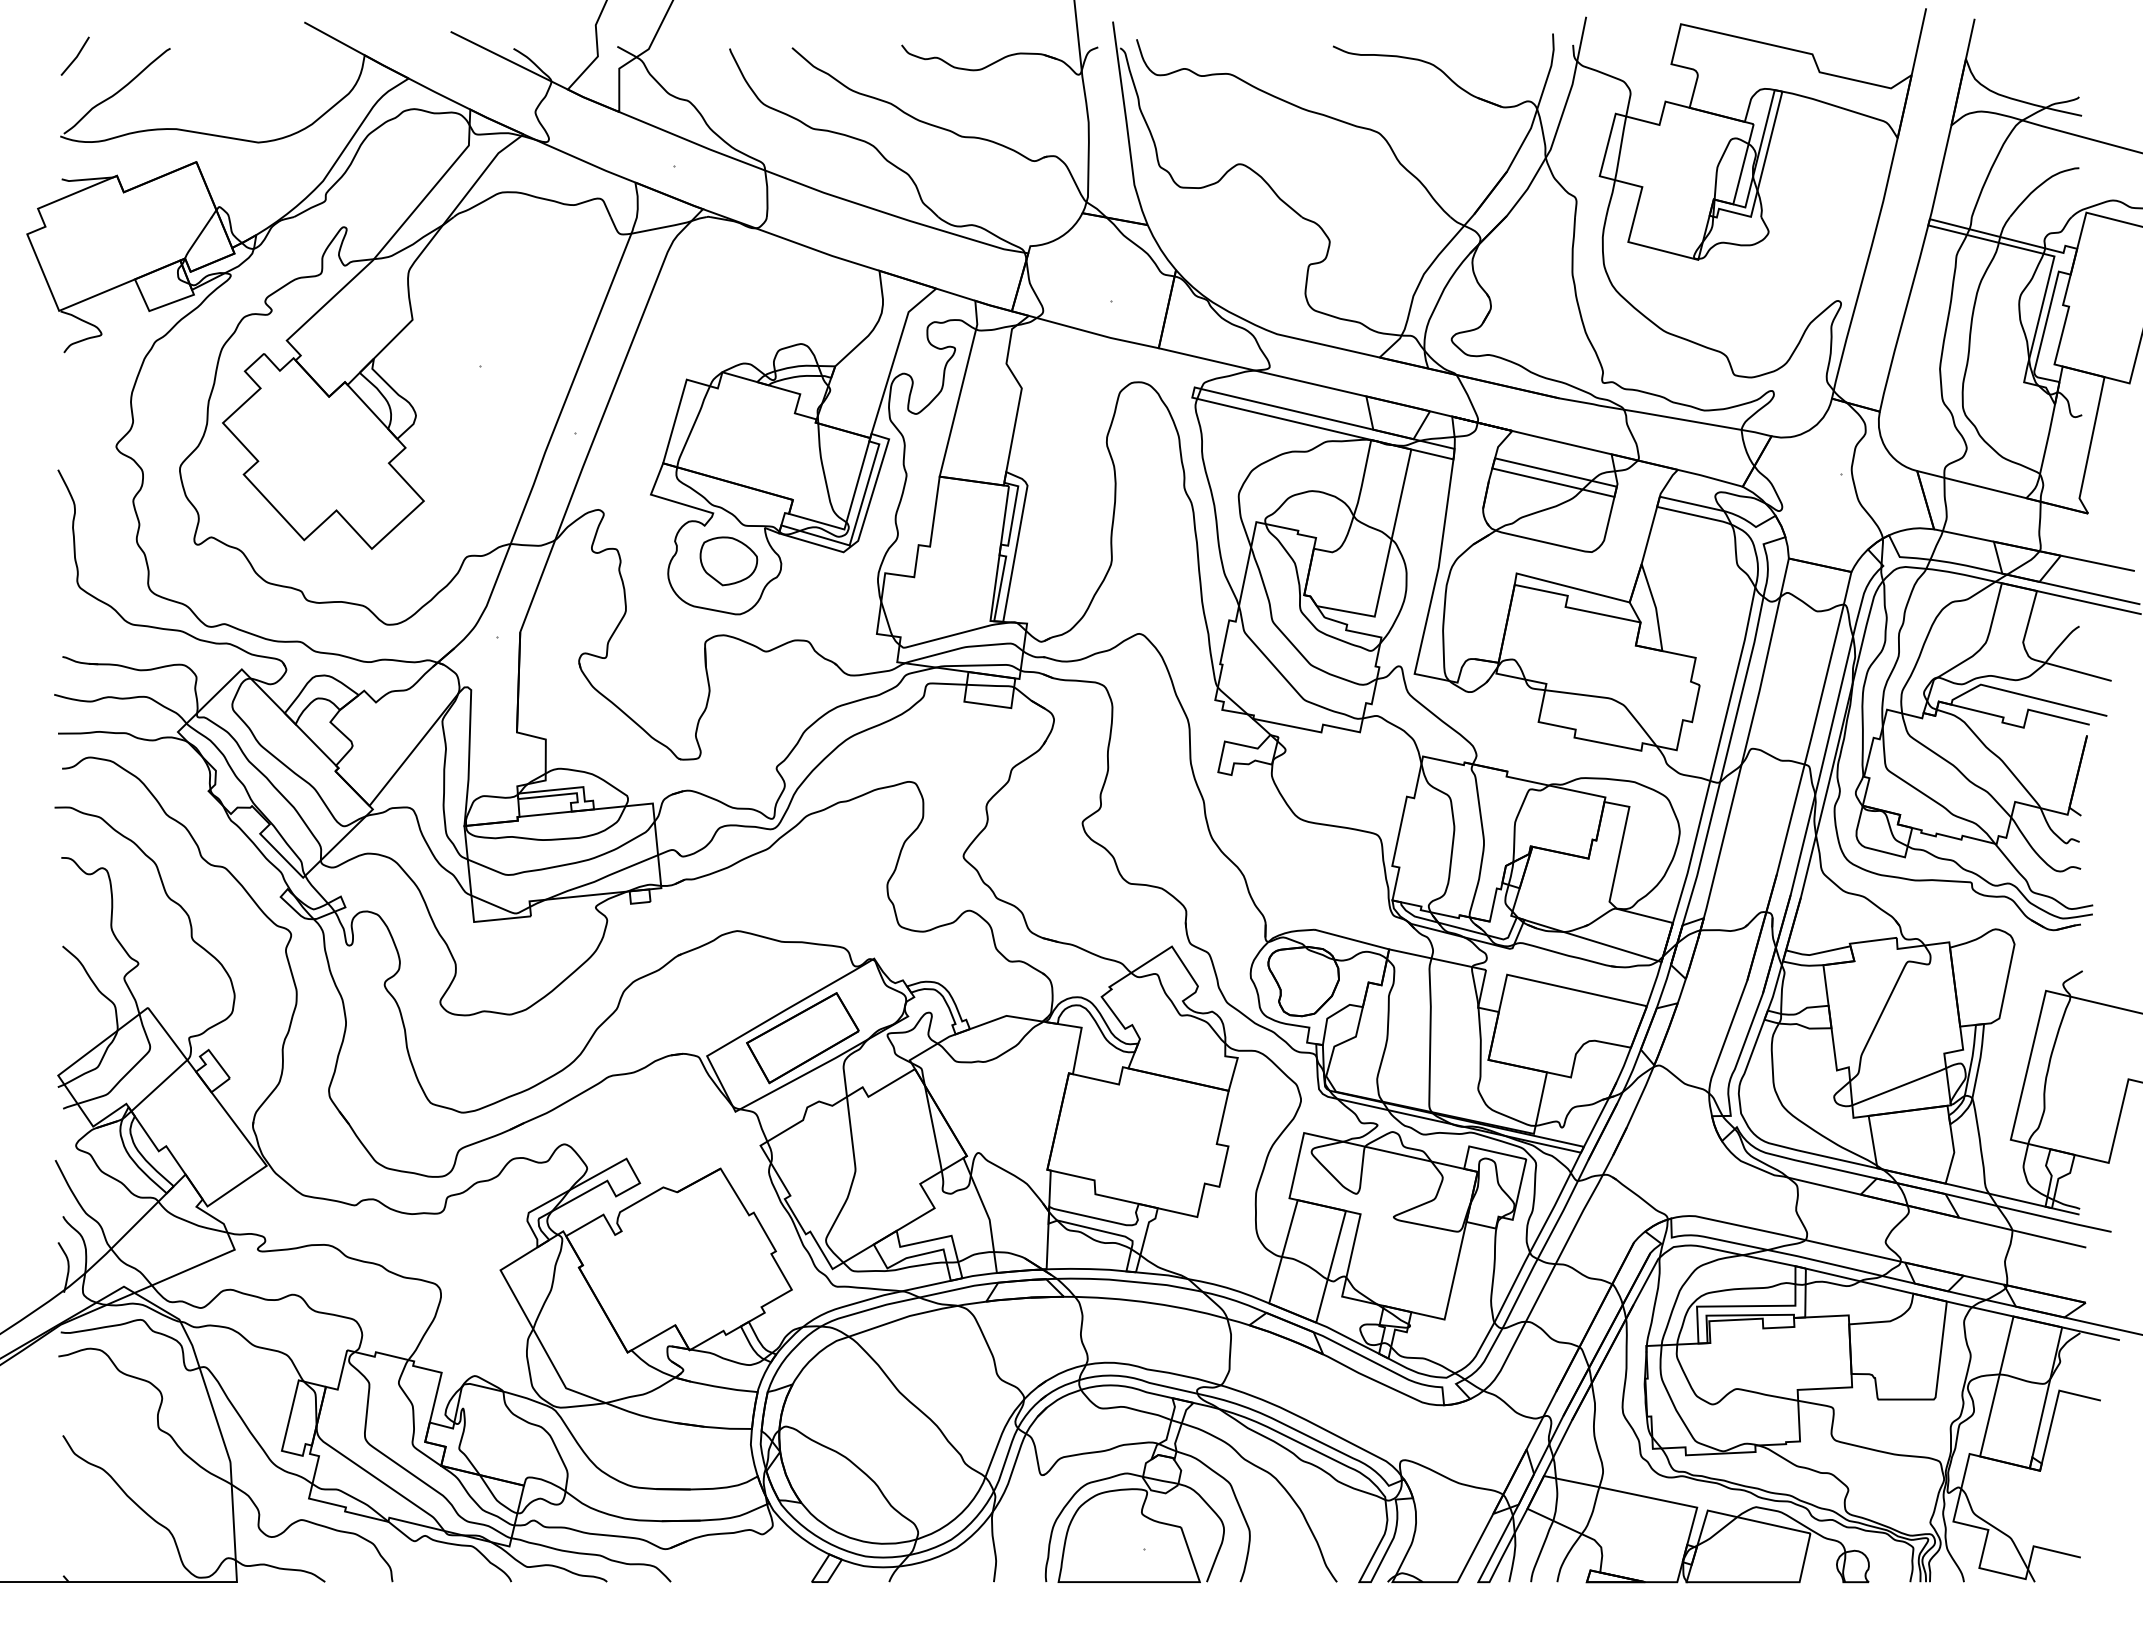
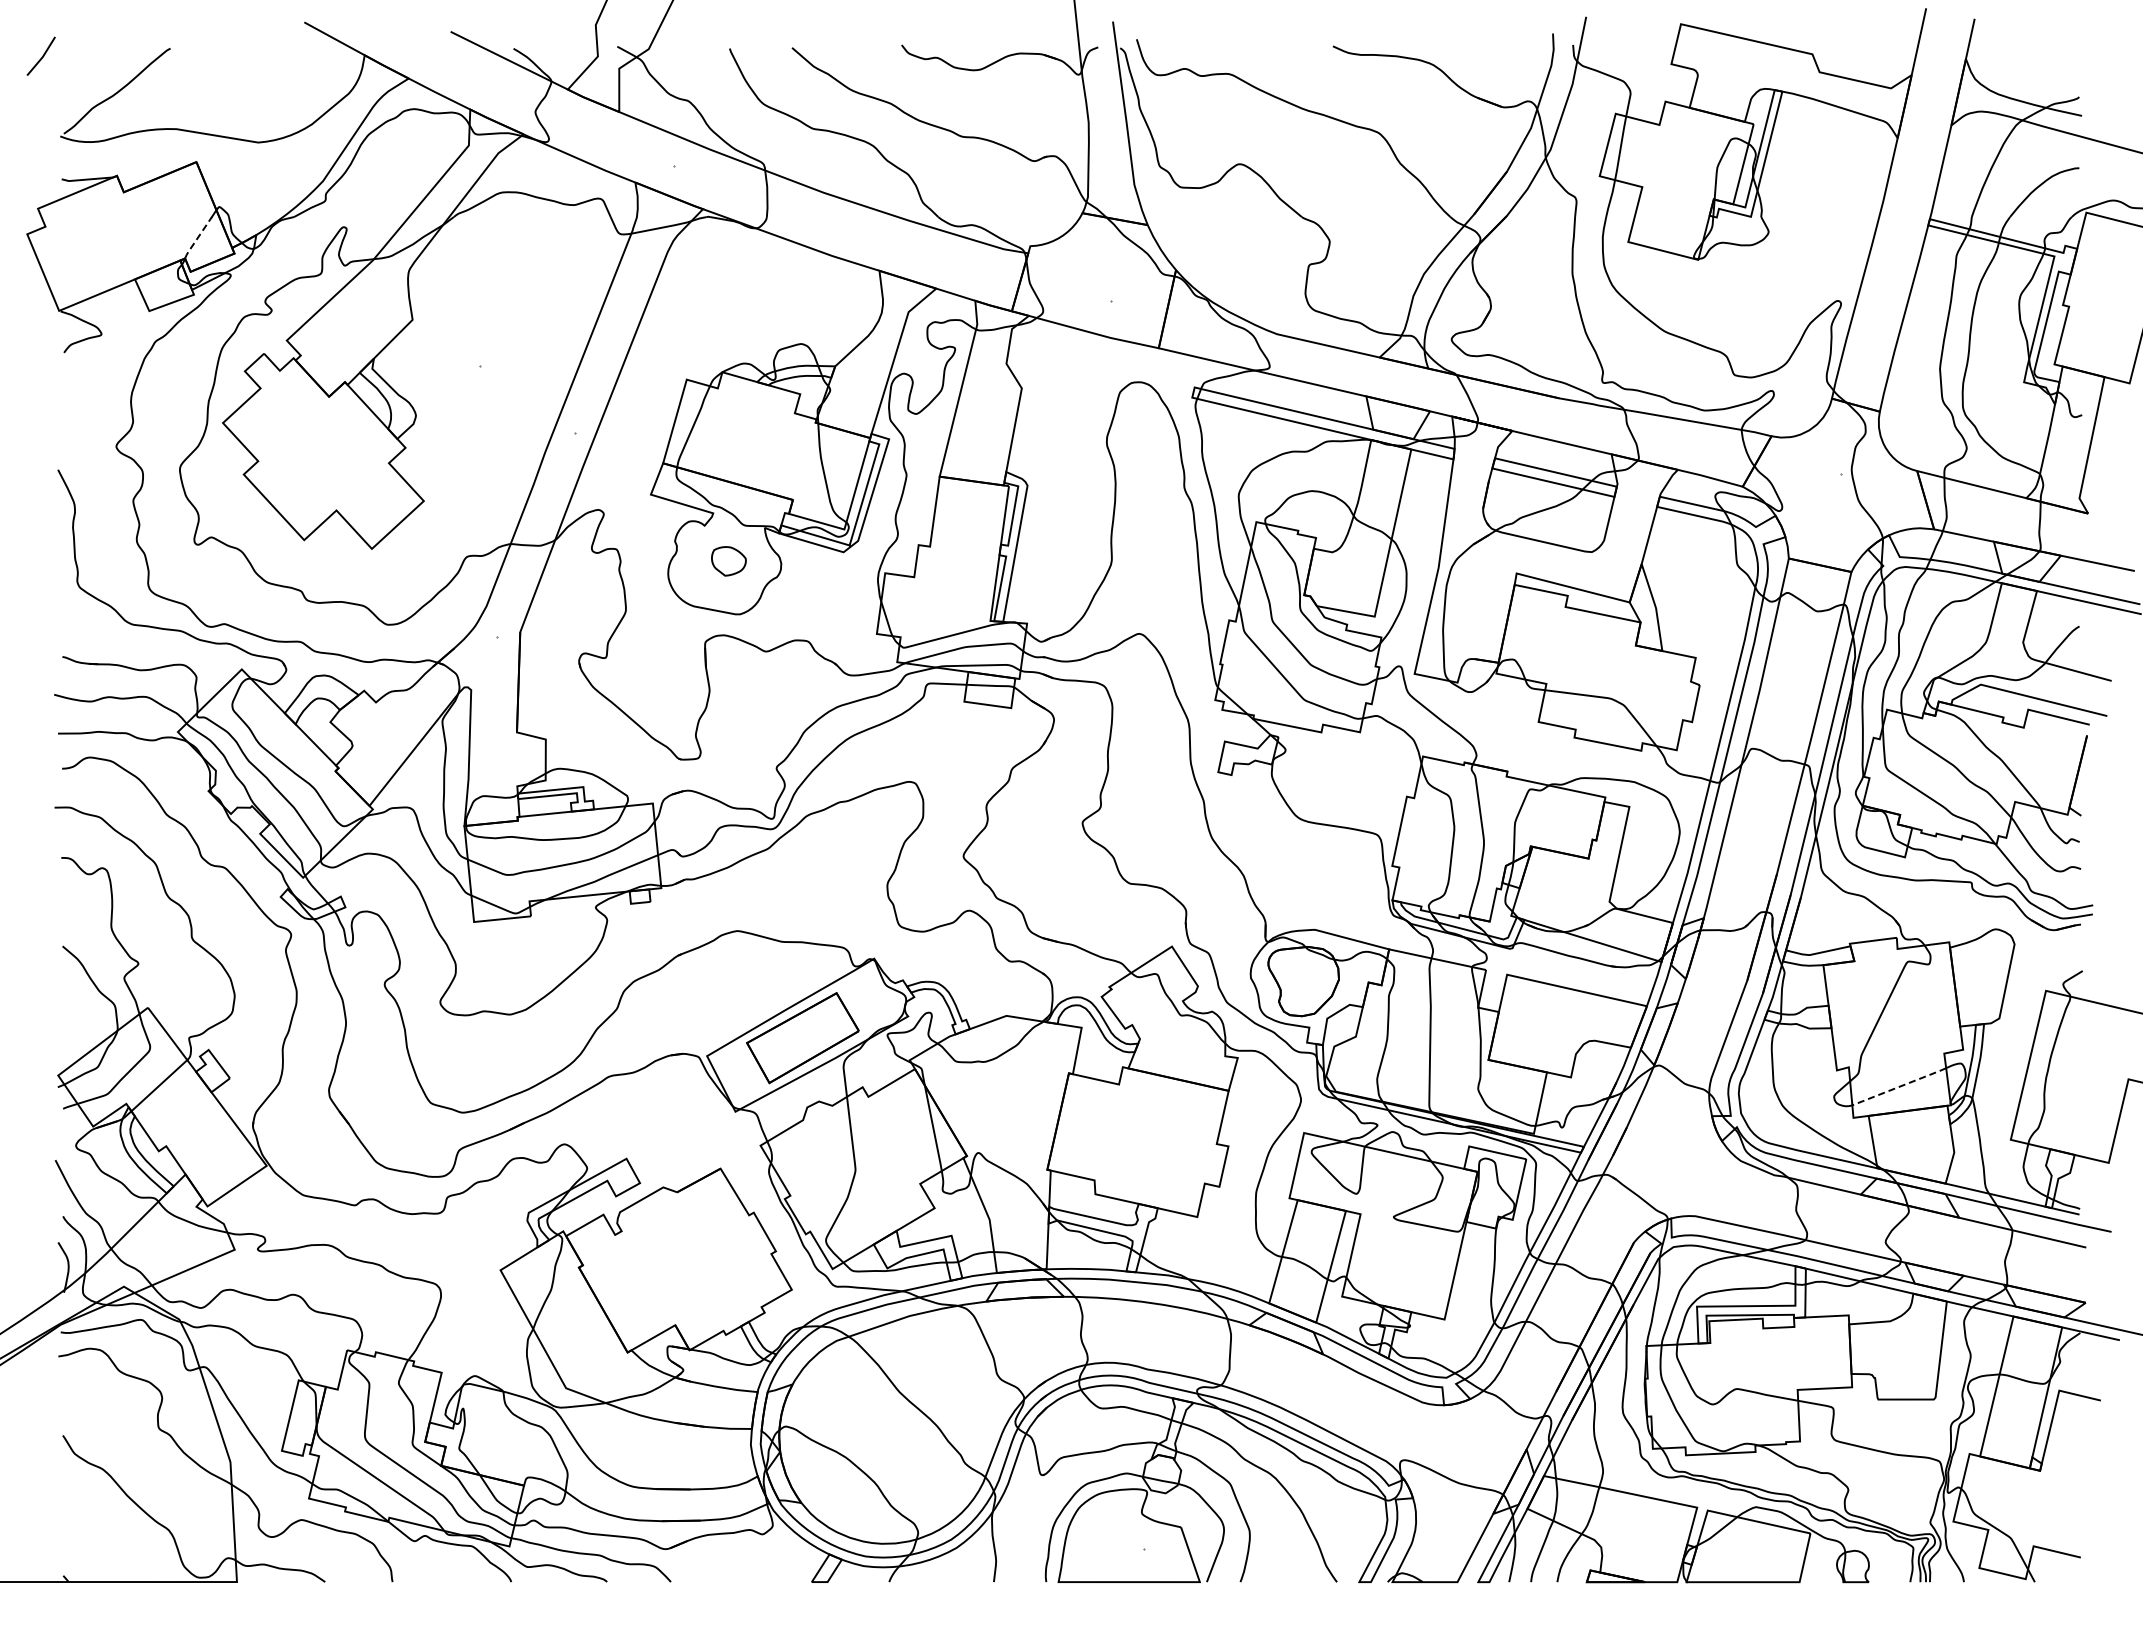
line at (76, 55) position: (76, 55) -> (42, 55)
line at (197, 238): solid -> dashed
part at (728, 561) size: 60x51 px -> 36x31 px
line at (1899, 1086): solid -> dashed
